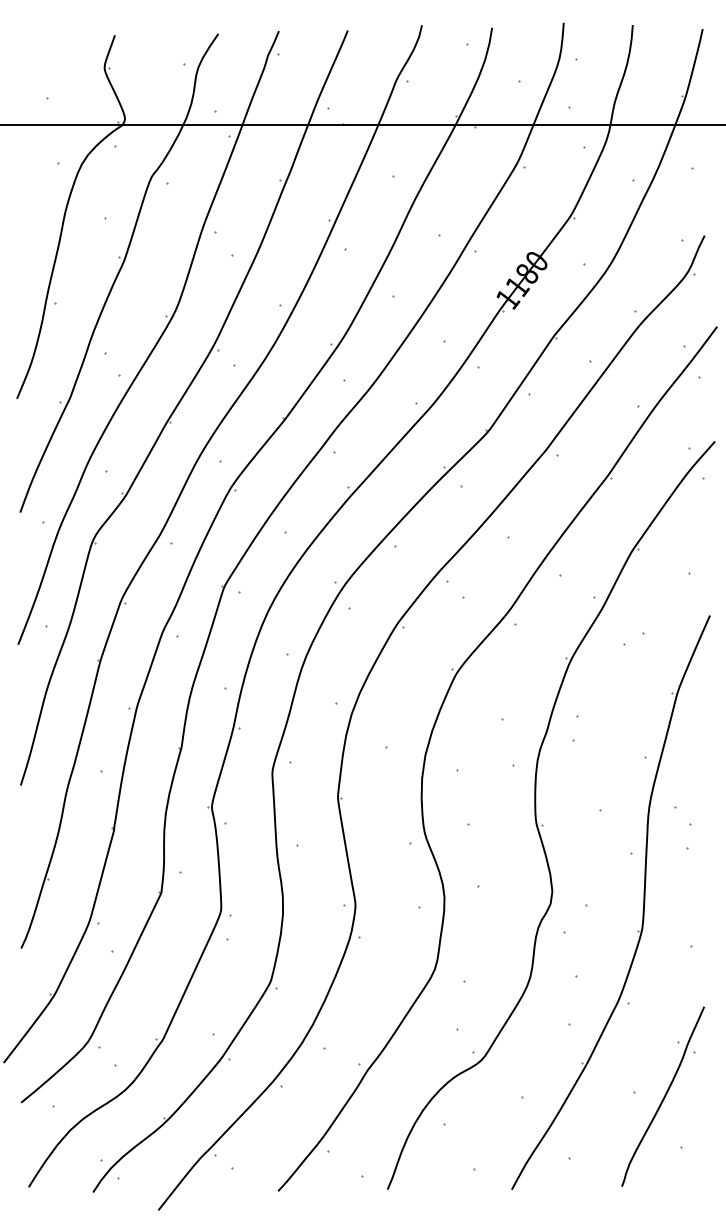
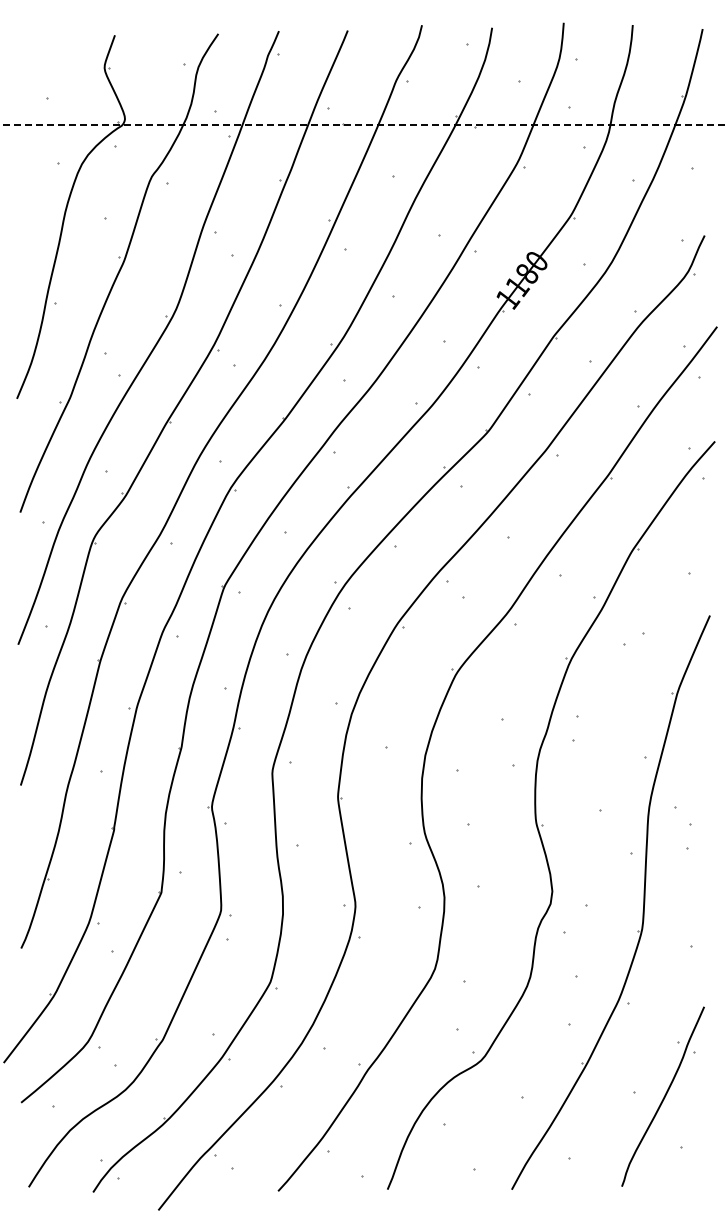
line at (363, 124): solid -> dashed
